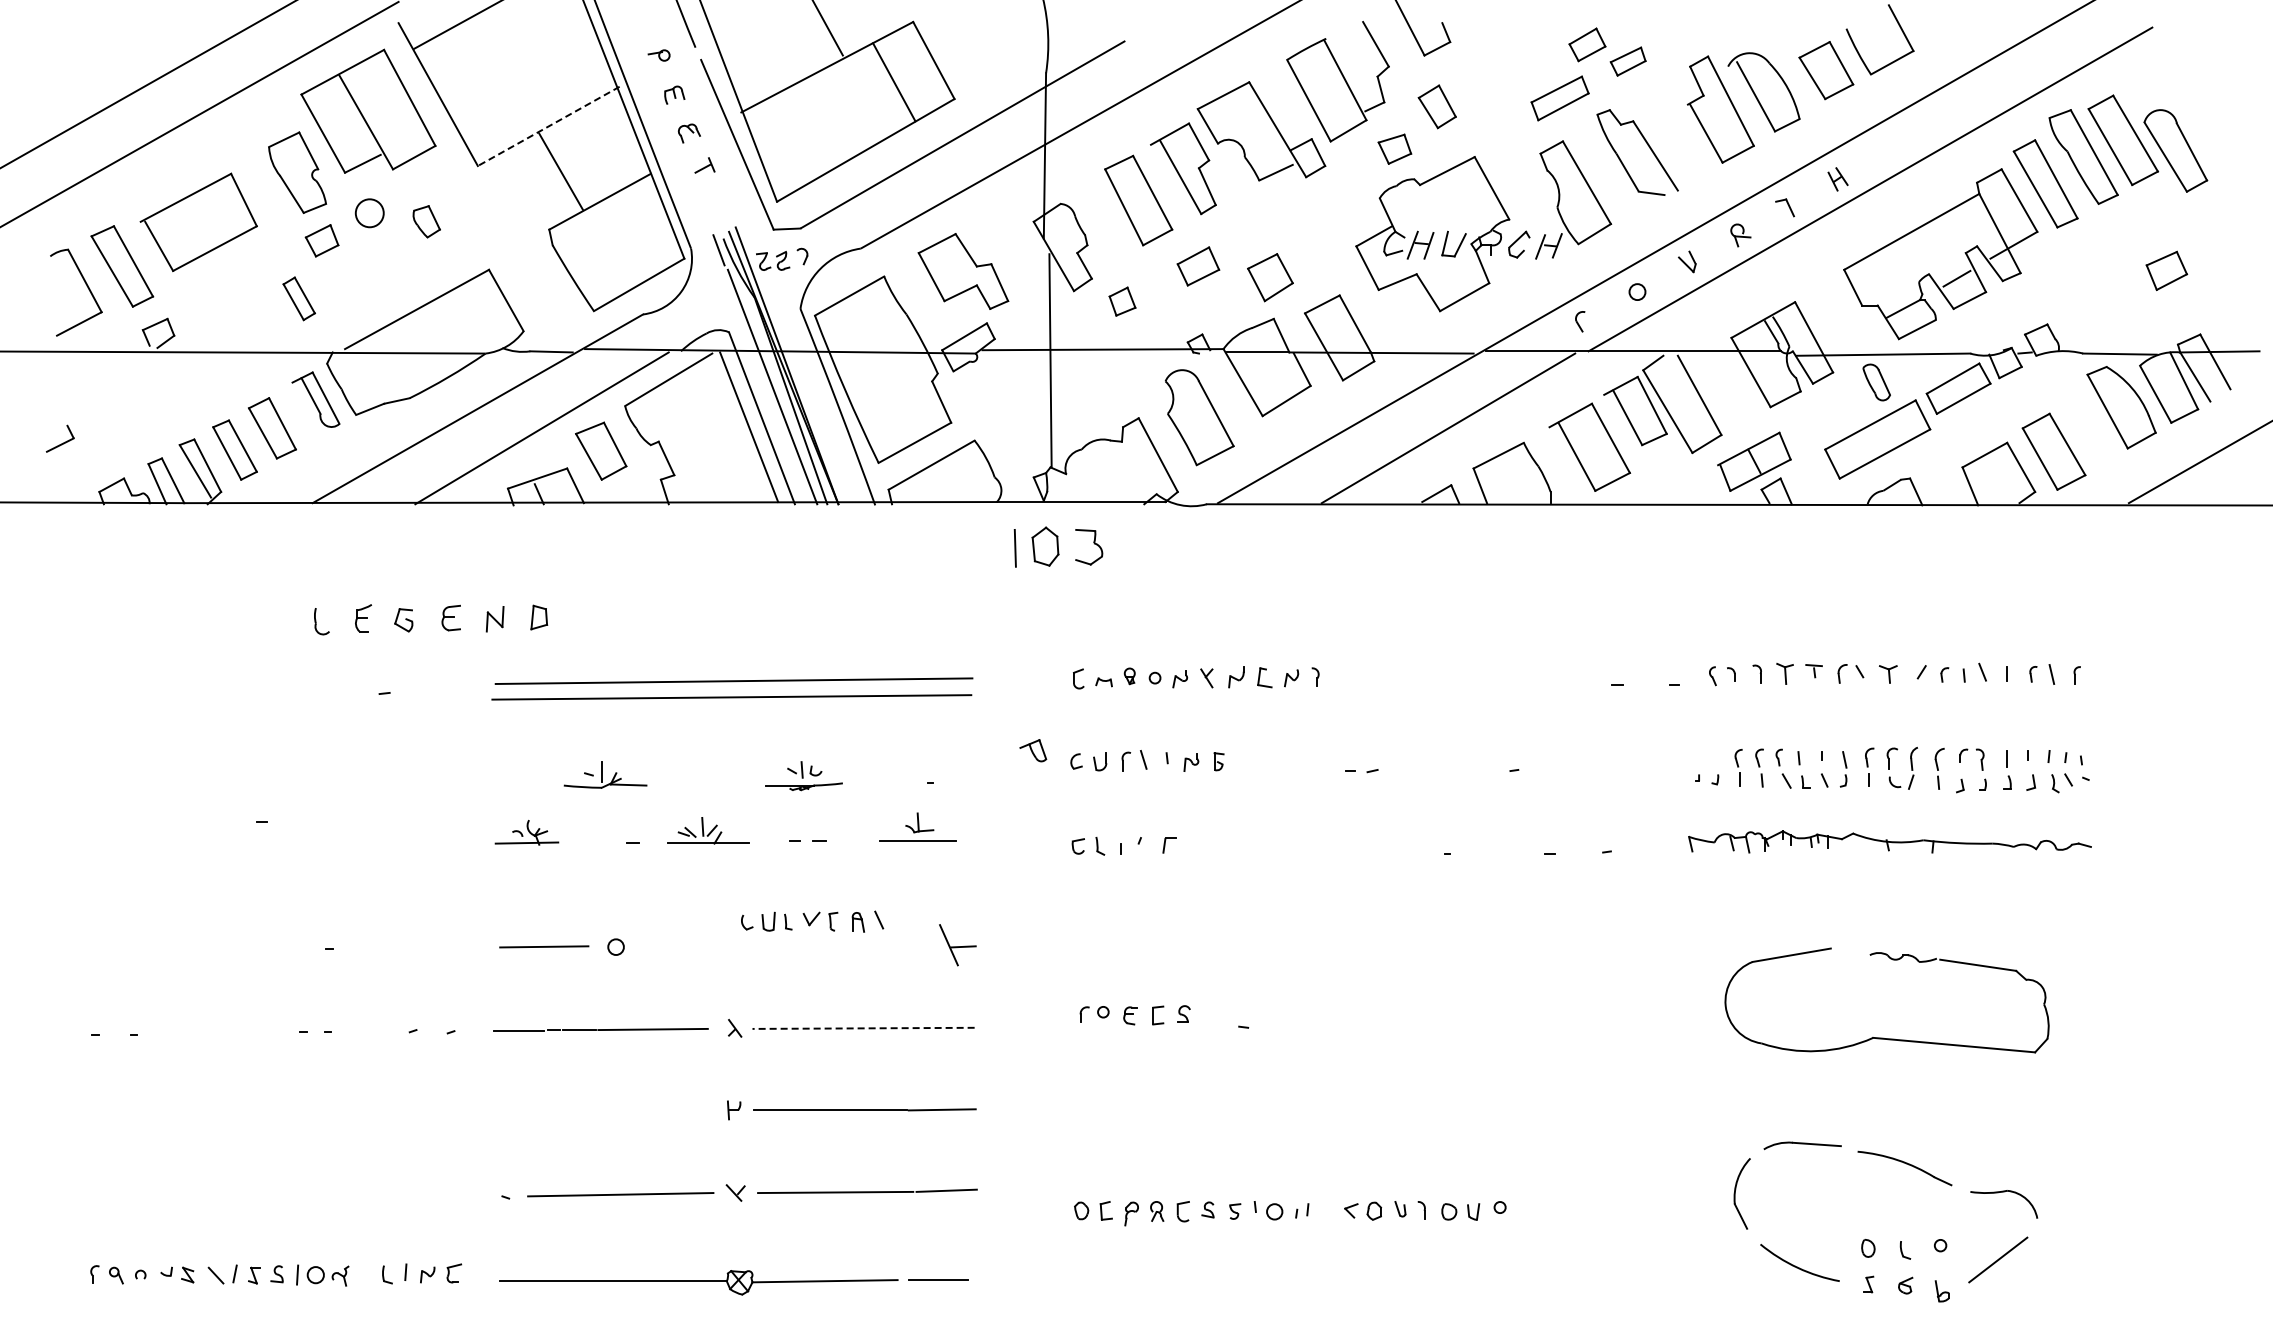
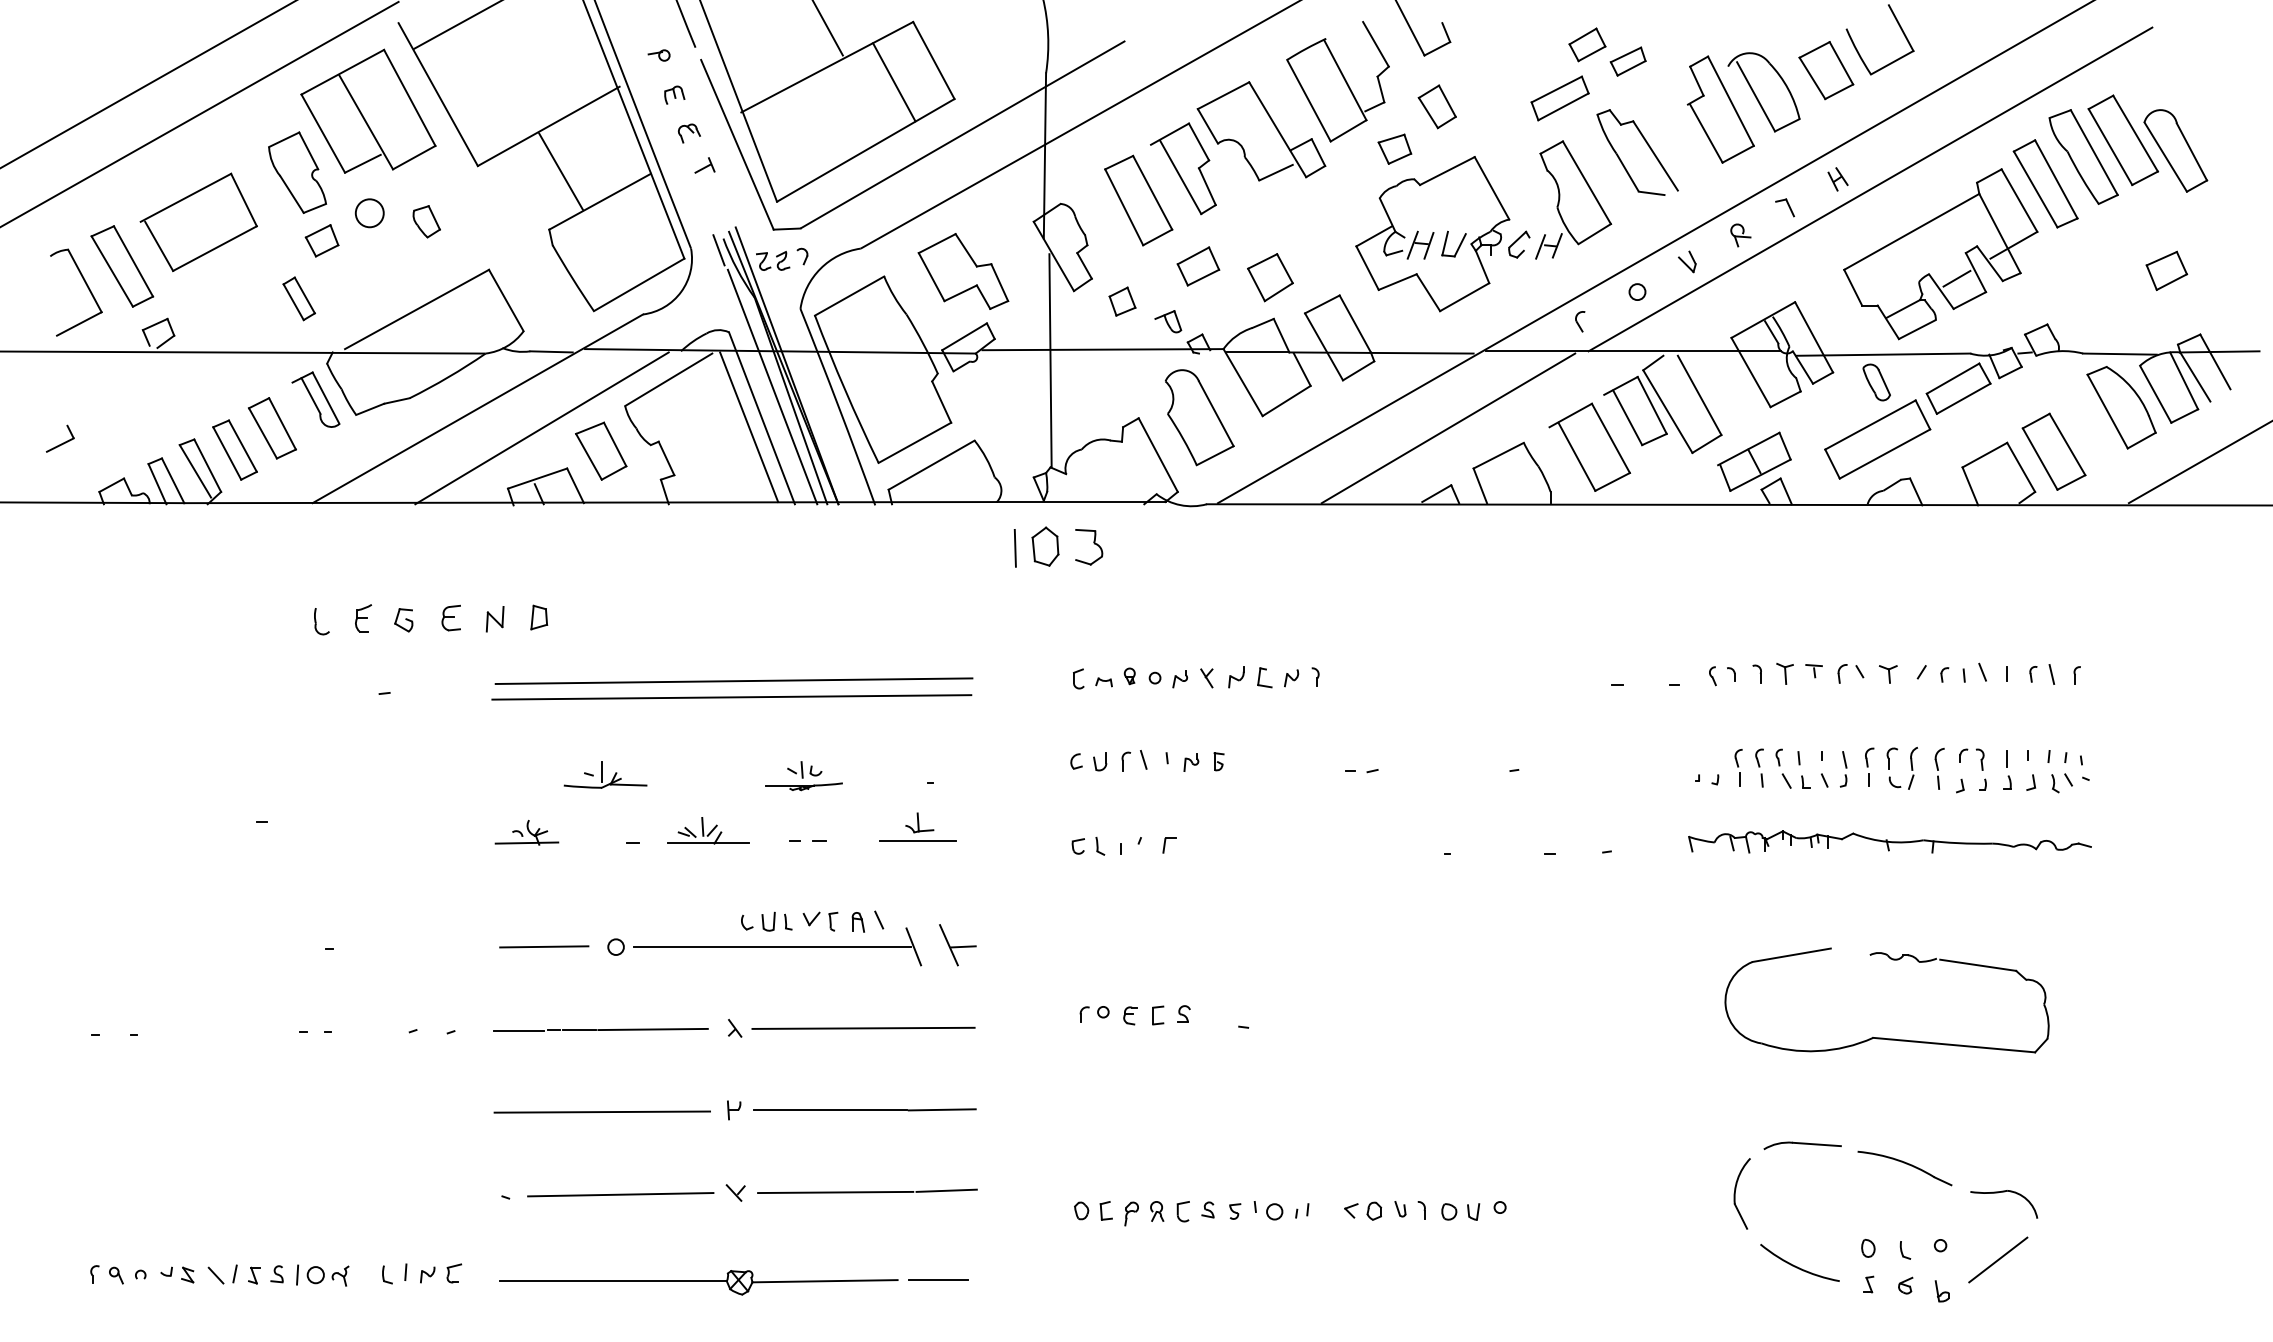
line at (548, 126): dashed -> solid
part at (1033, 750) position: (1033, 750) -> (1168, 321)
part at (777, 946): none -> present
line at (863, 1028): dashed -> solid
line at (602, 1111): none -> present
